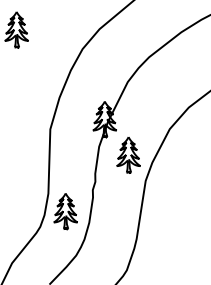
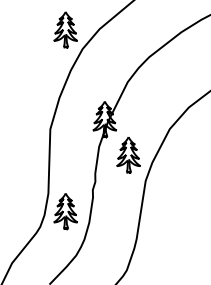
part at (16, 29) position: (16, 29) -> (65, 29)
